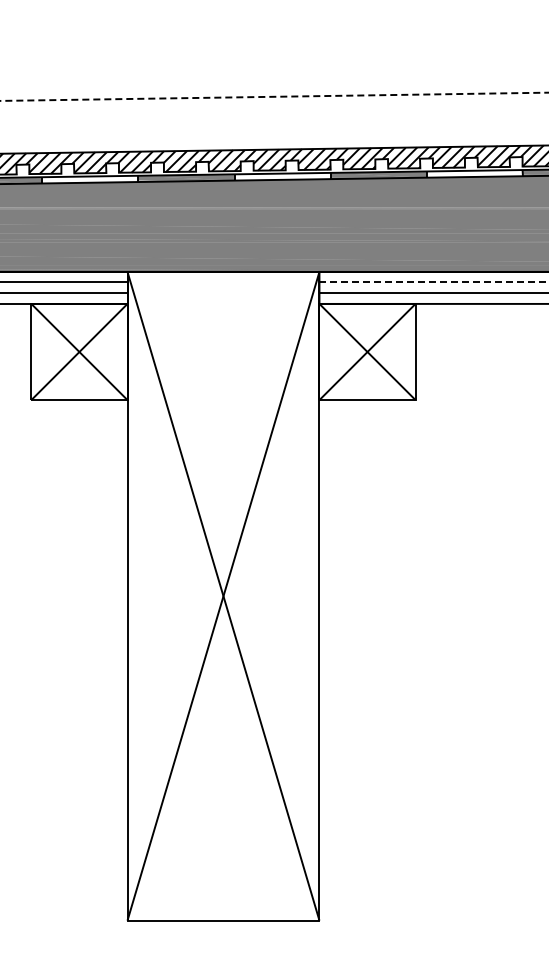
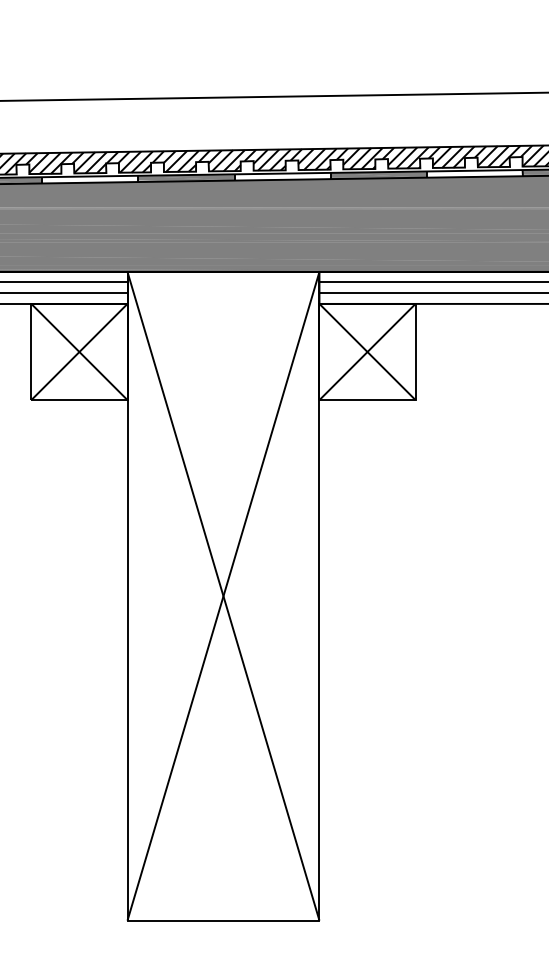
line at (274, 96): dashed -> solid
line at (434, 282): dashed -> solid
